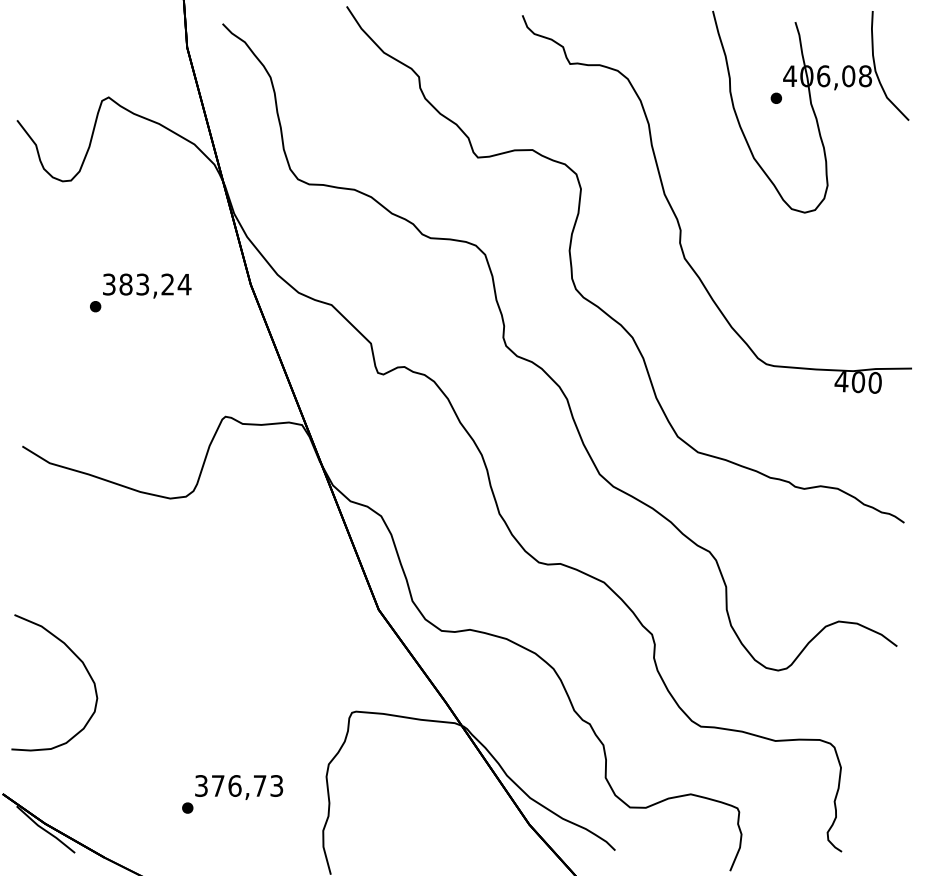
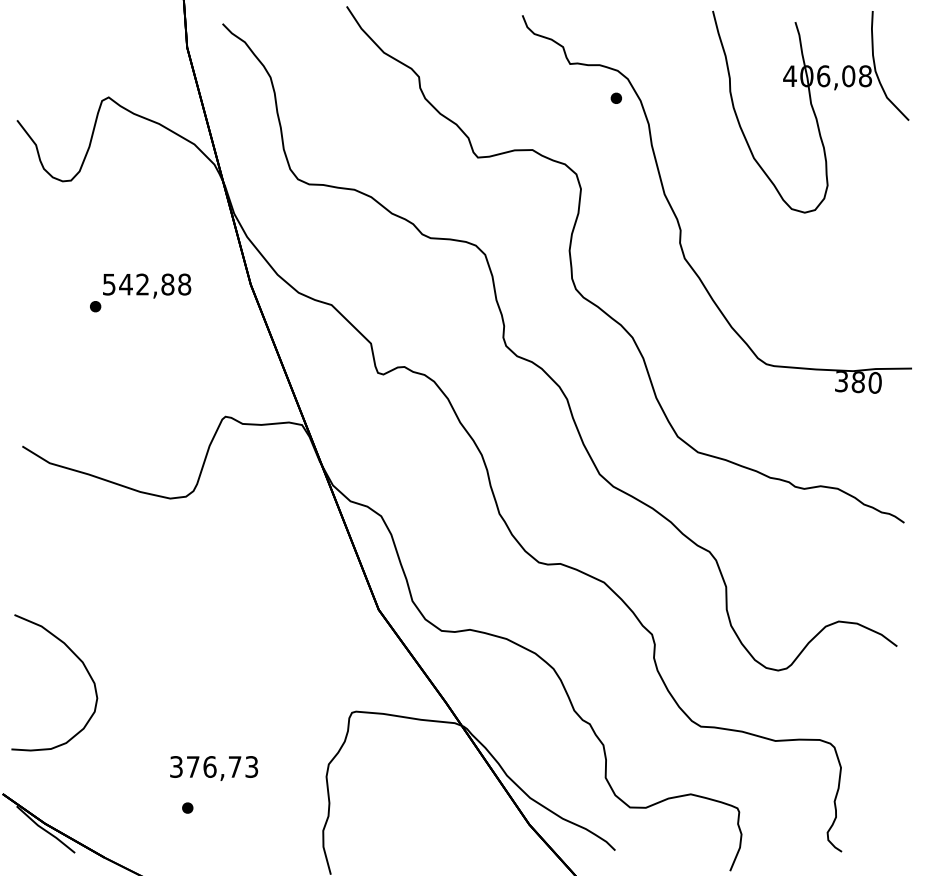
part at (775, 97) position: (775, 97) -> (615, 97)
text at (147, 284): 383,24 -> 542,88
text at (849, 381): 400 -> 380
text at (239, 787) position: (239, 787) -> (214, 768)
